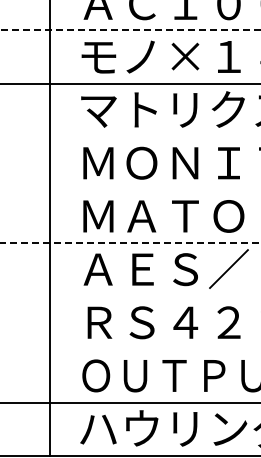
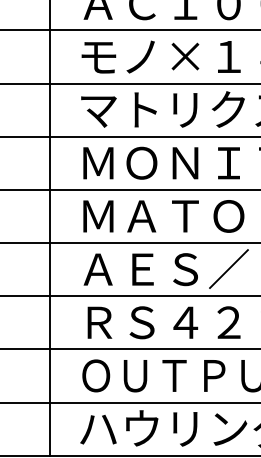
line at (130, 30): dashed -> solid
line at (129, 136): none -> present
line at (129, 189): none -> present
line at (130, 243): dashed -> solid
line at (129, 296): none -> present
line at (129, 349): none -> present
